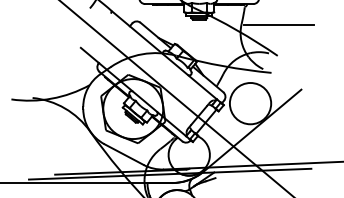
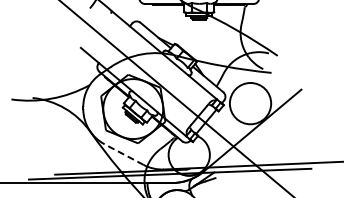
line at (279, 25): present -> none
line at (123, 154): solid -> dashed
